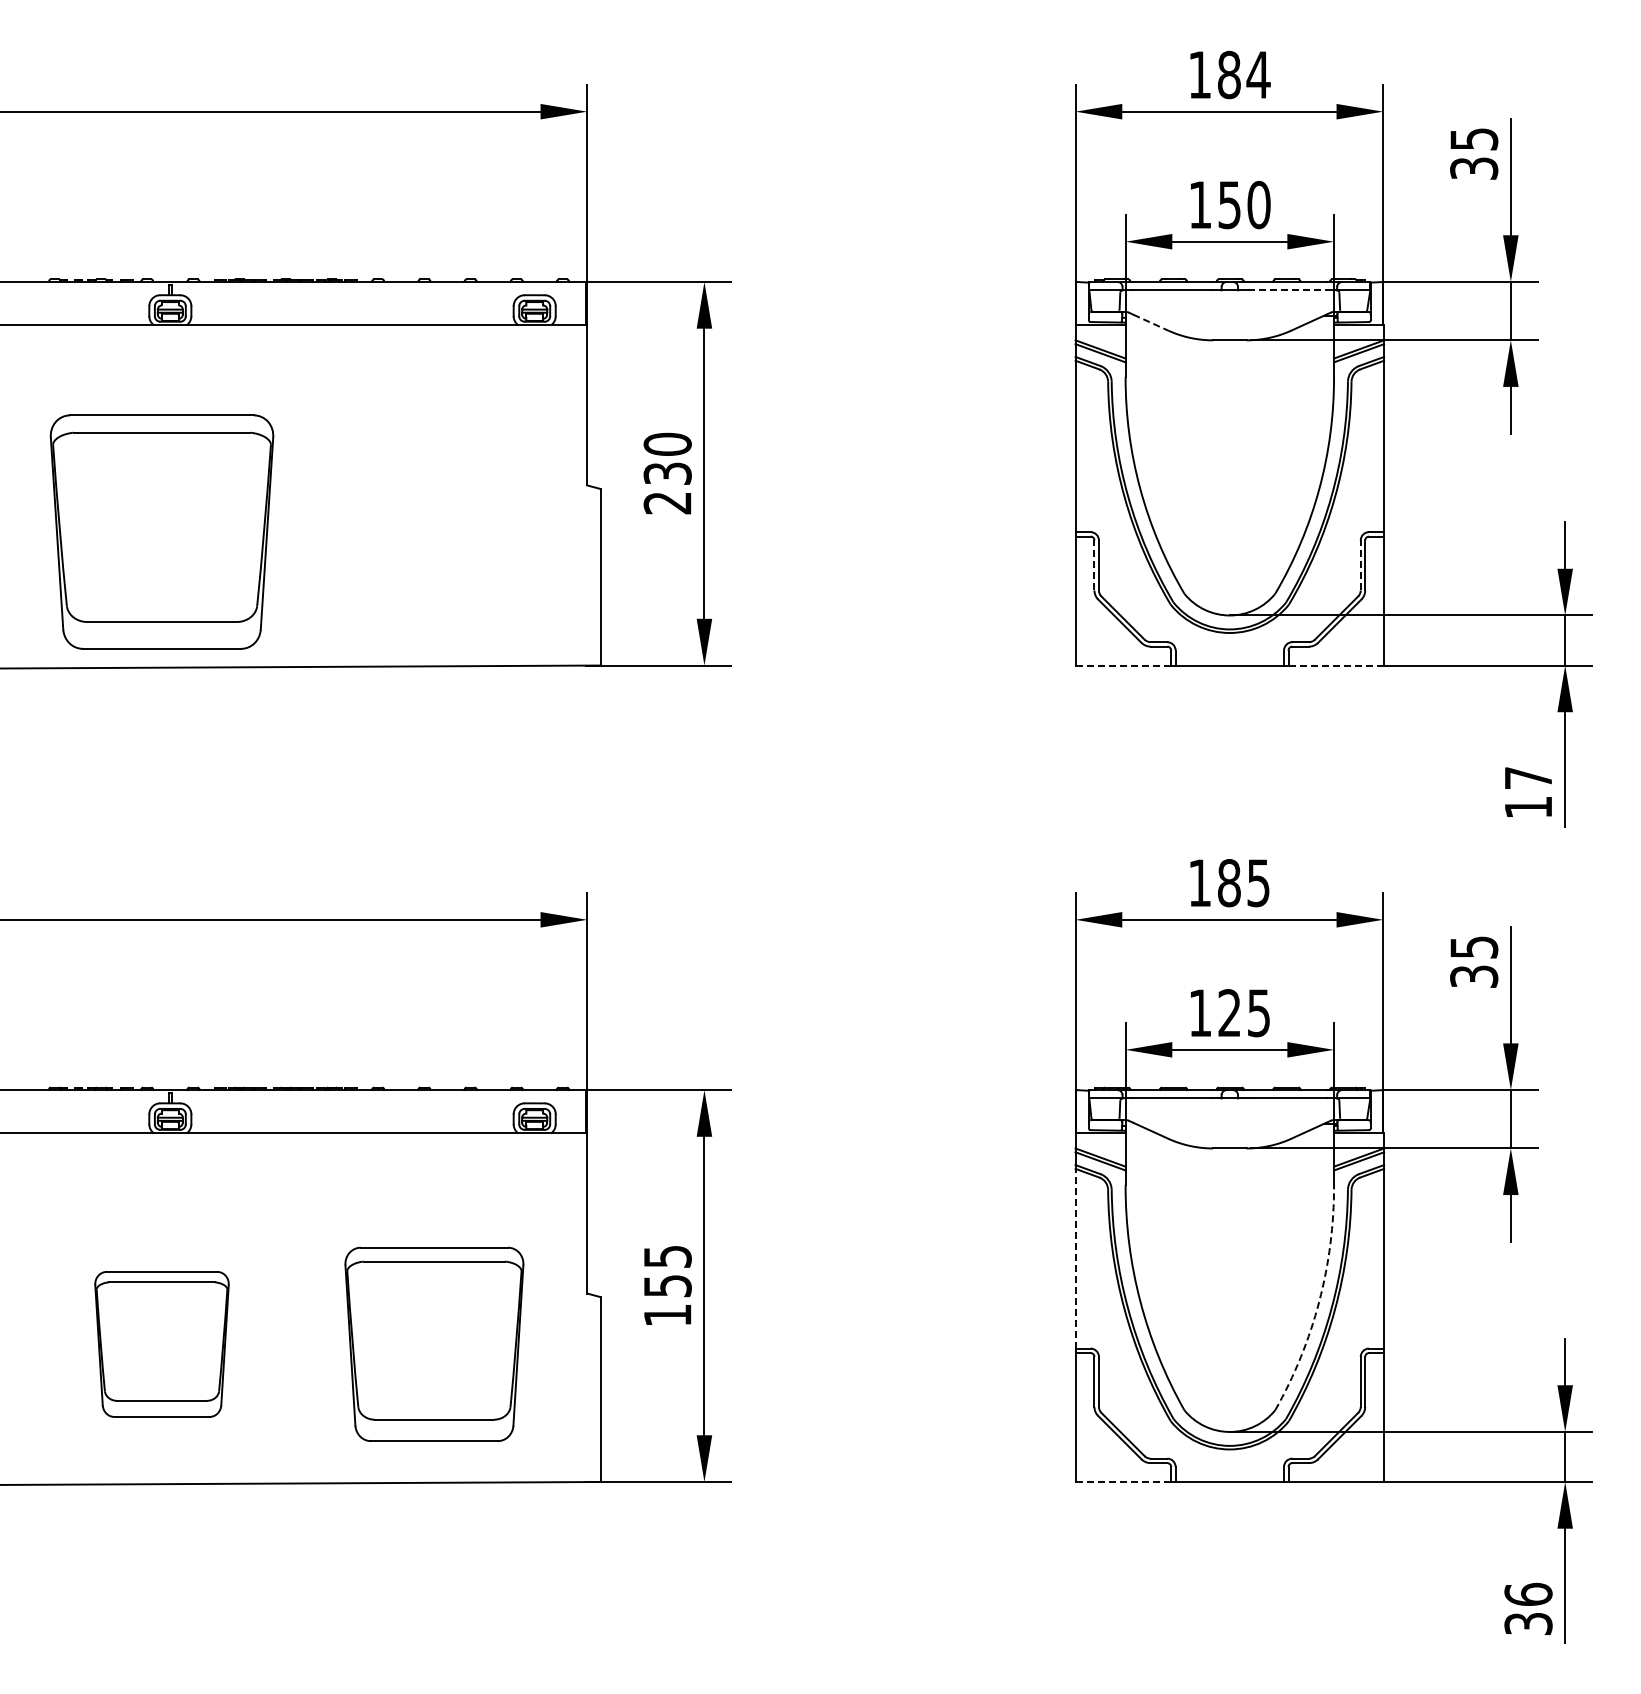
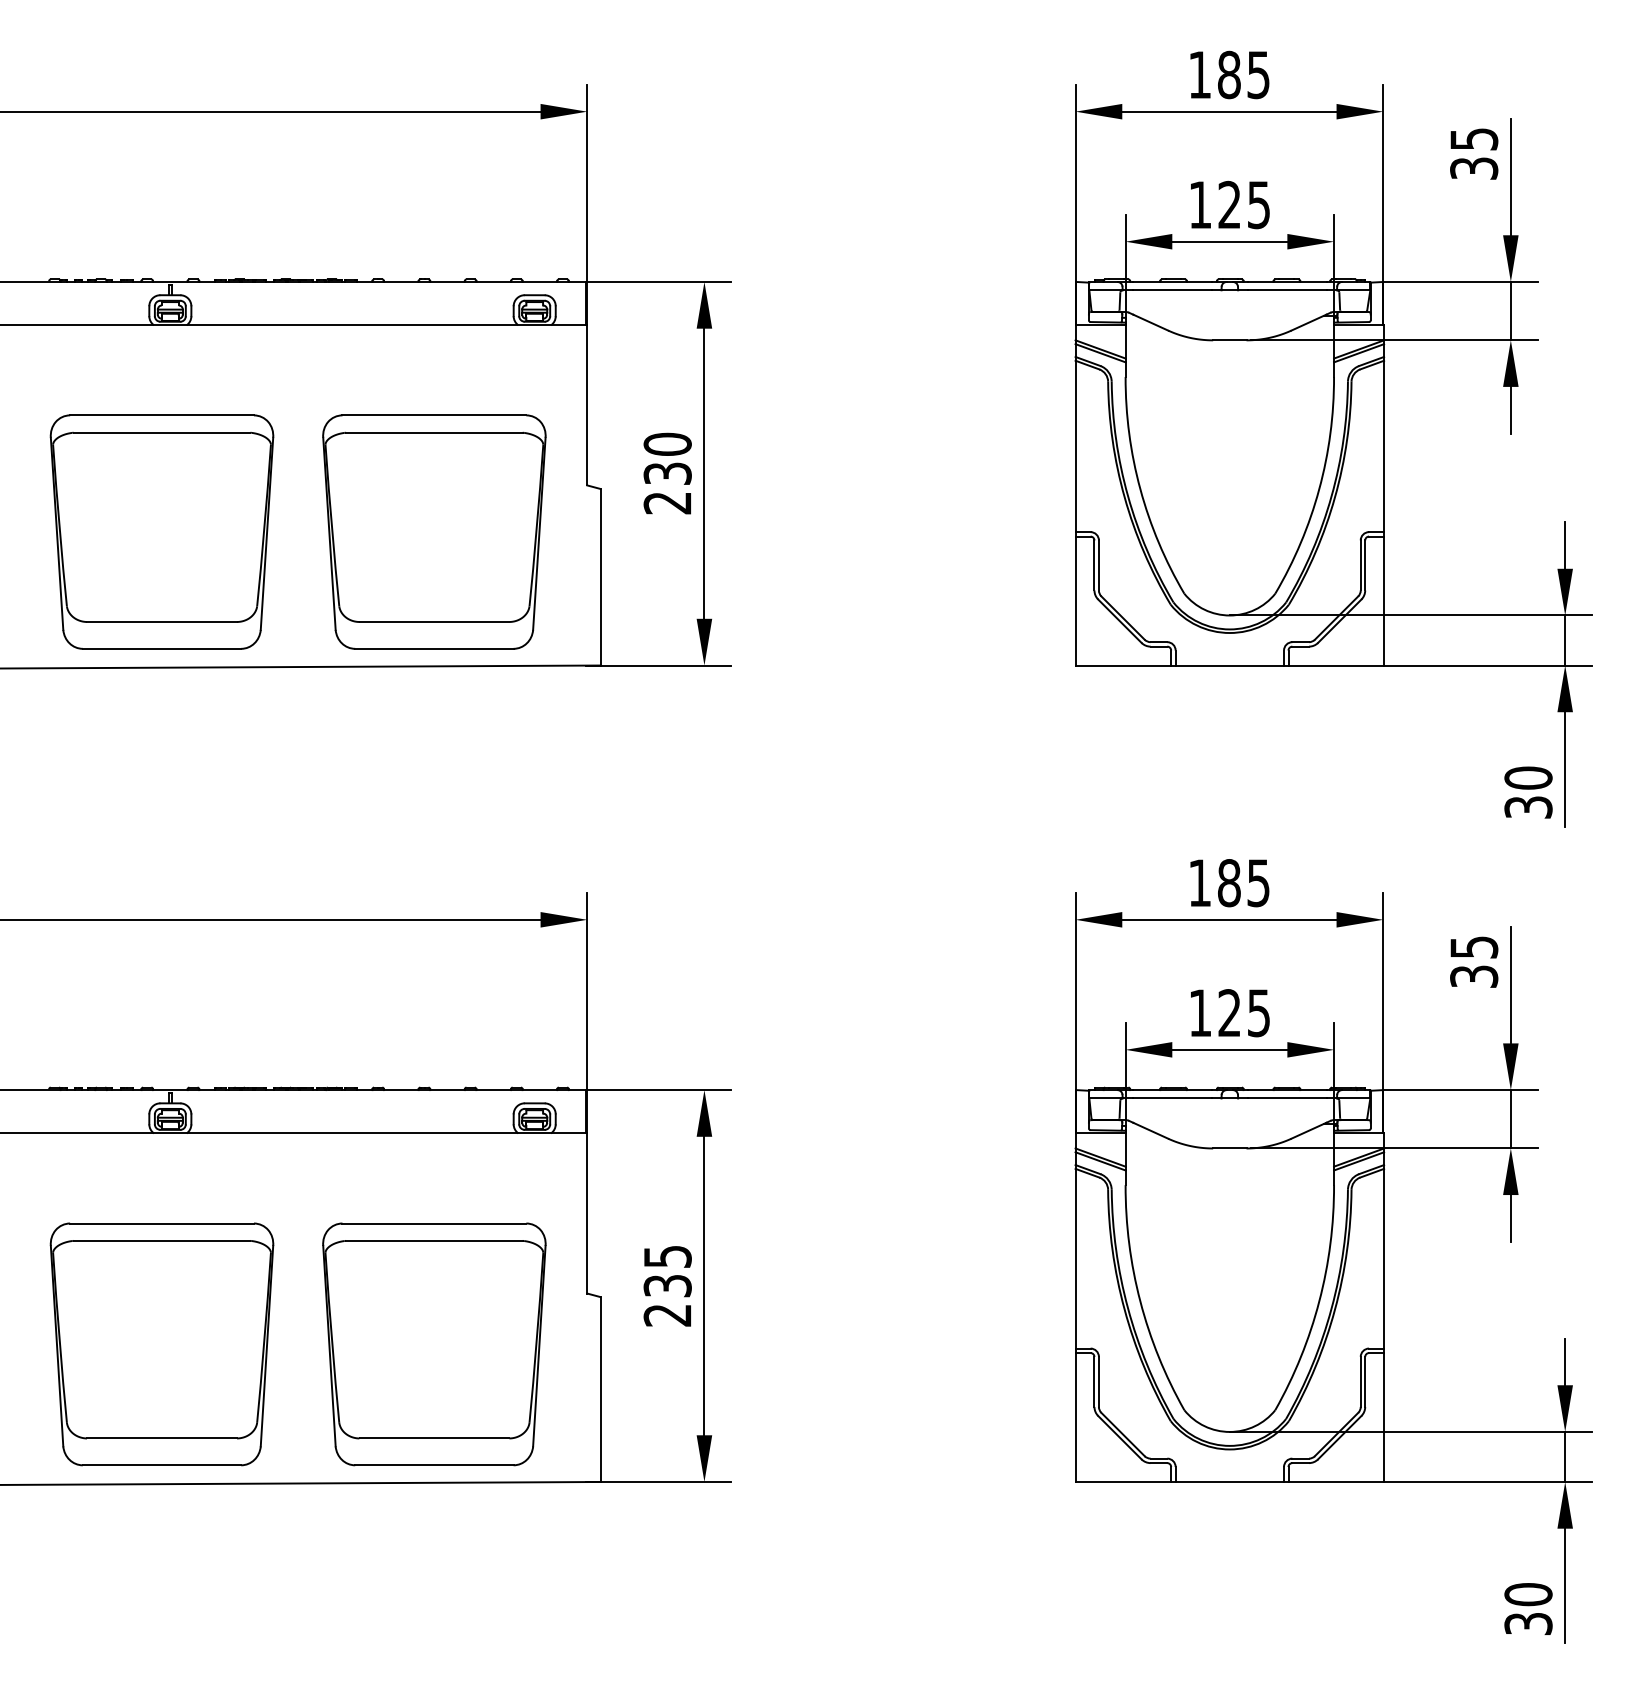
text at (1258, 75): 184 -> 185
text at (1244, 204): 150 -> 125
line at (1288, 290): dashed -> solid
line at (1151, 322): dashed -> solid
part at (434, 531): none -> present
line at (1094, 564): dashed -> solid
line at (1360, 564): dashed -> solid
line at (1123, 665): dashed -> solid
line at (1336, 665): dashed -> solid
text at (1528, 792): 17 -> 30
line at (1075, 1258): dashed -> solid
text at (667, 1300): 155 -> 235
arc at (1319, 1301): dashed -> solid
part at (434, 1343) size: 181x196 px -> 225x245 px
part at (161, 1344) size: 136x147 px -> 226x245 px
line at (1123, 1481): dashed -> solid
text at (1528, 1594): 36 -> 30
